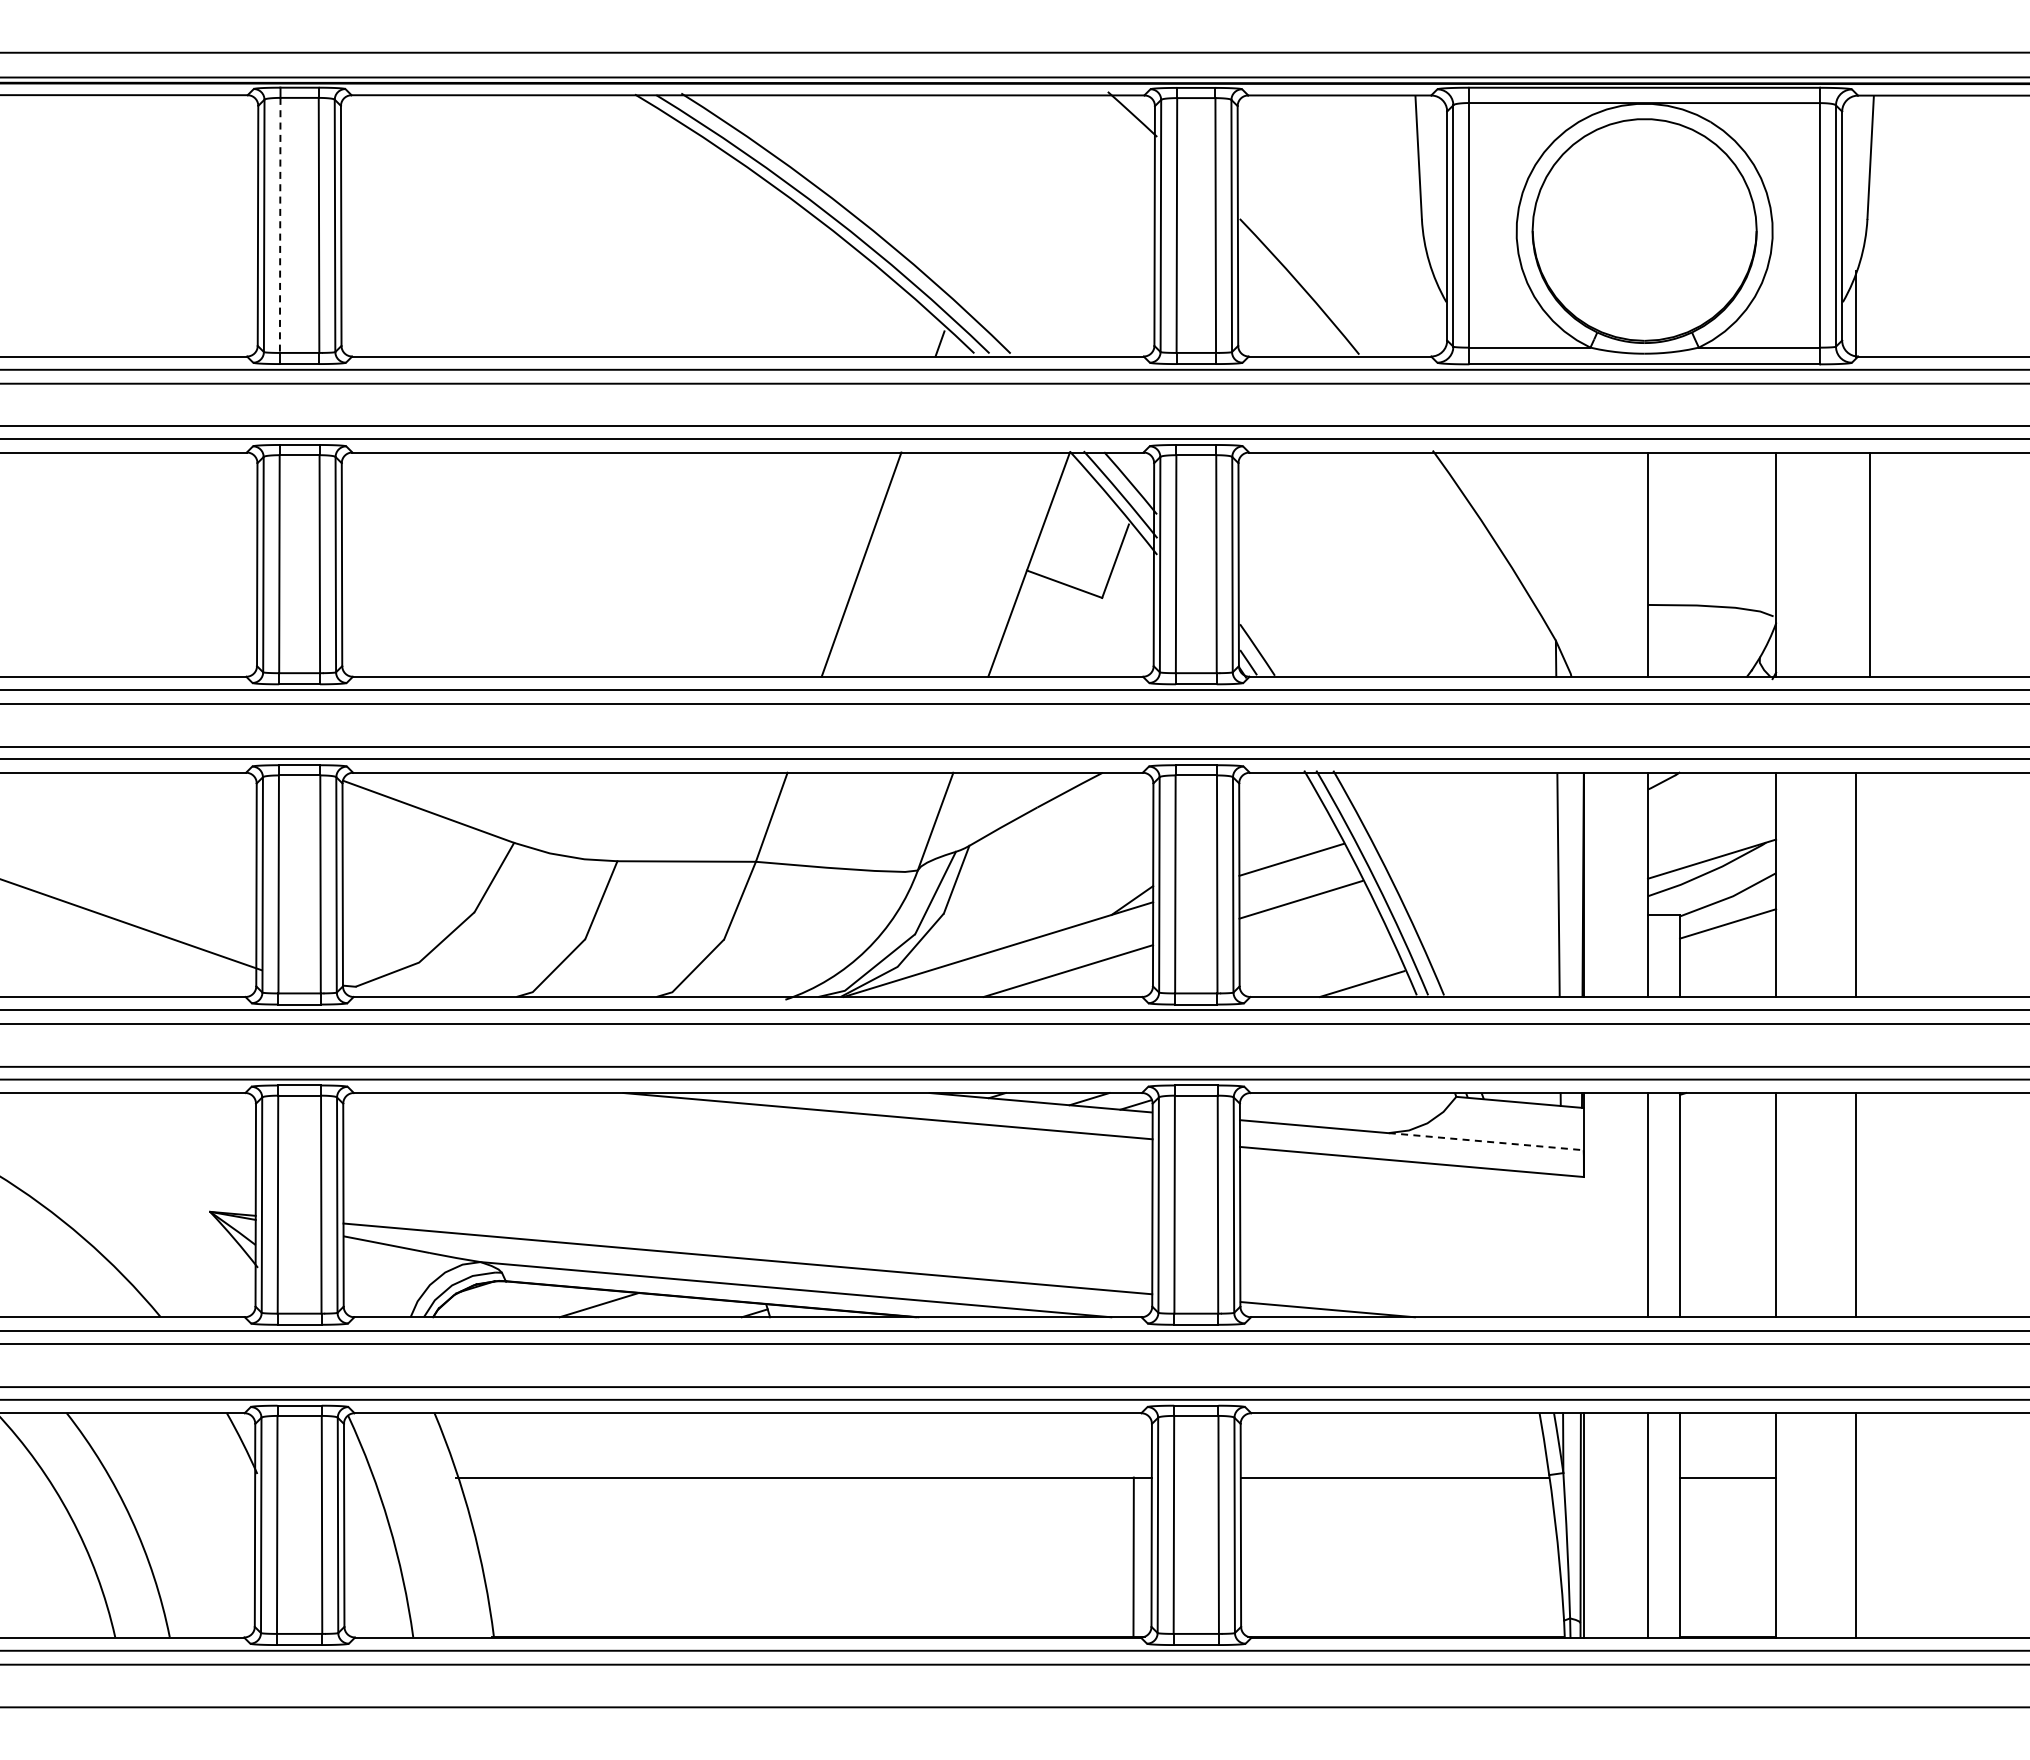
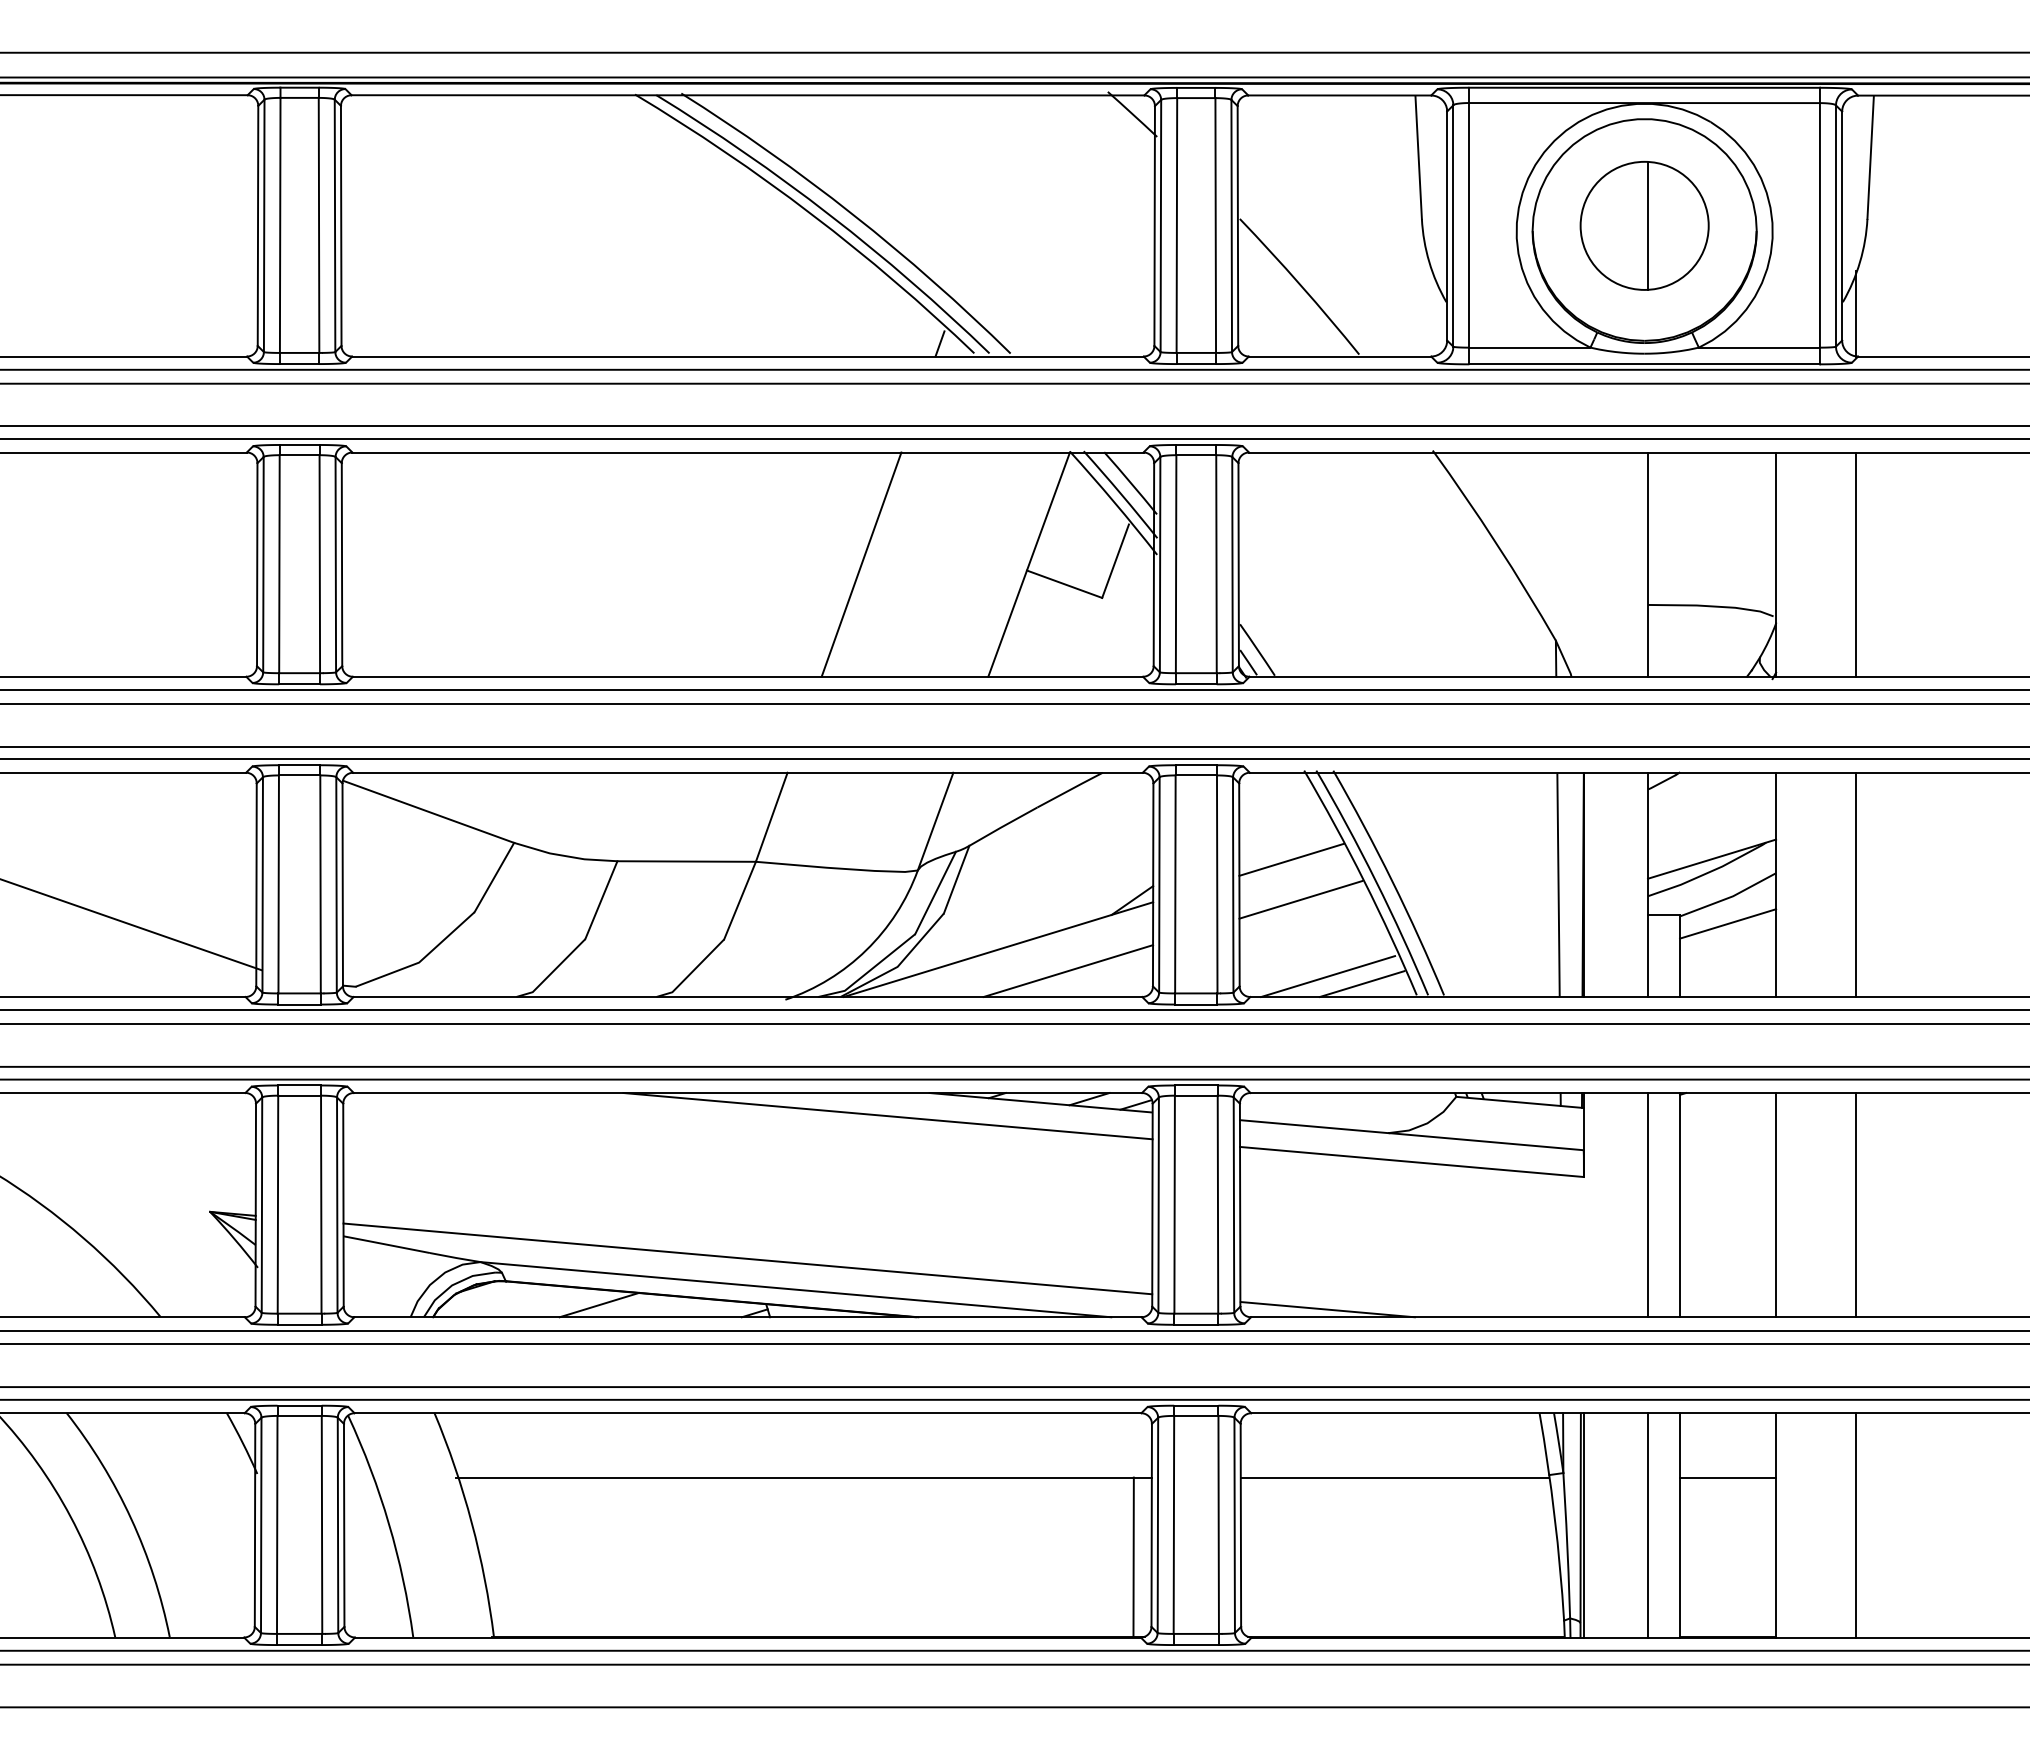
line at (280, 225): dashed -> solid
part at (1644, 225): none -> present
line at (1870, 564) position: (1870, 564) -> (1856, 564)
line at (1328, 976): none -> present
line at (1486, 1141): dashed -> solid
